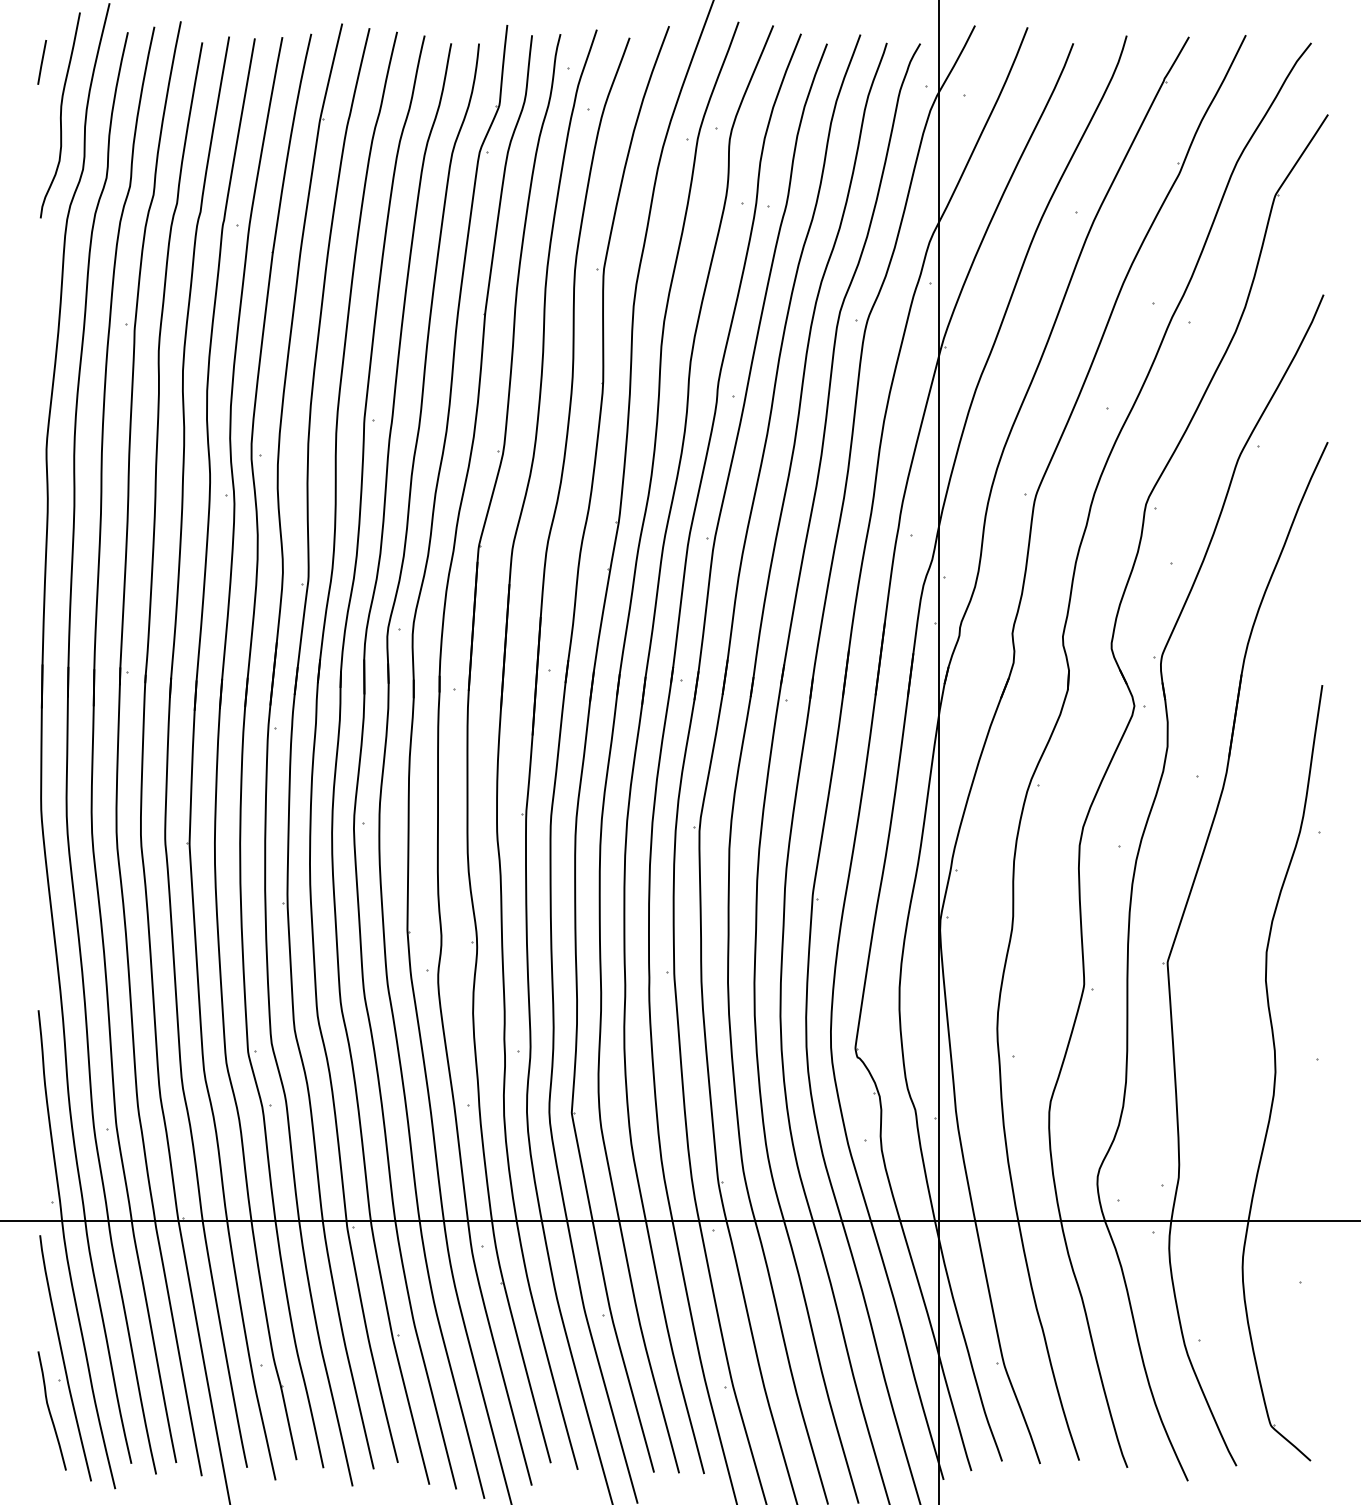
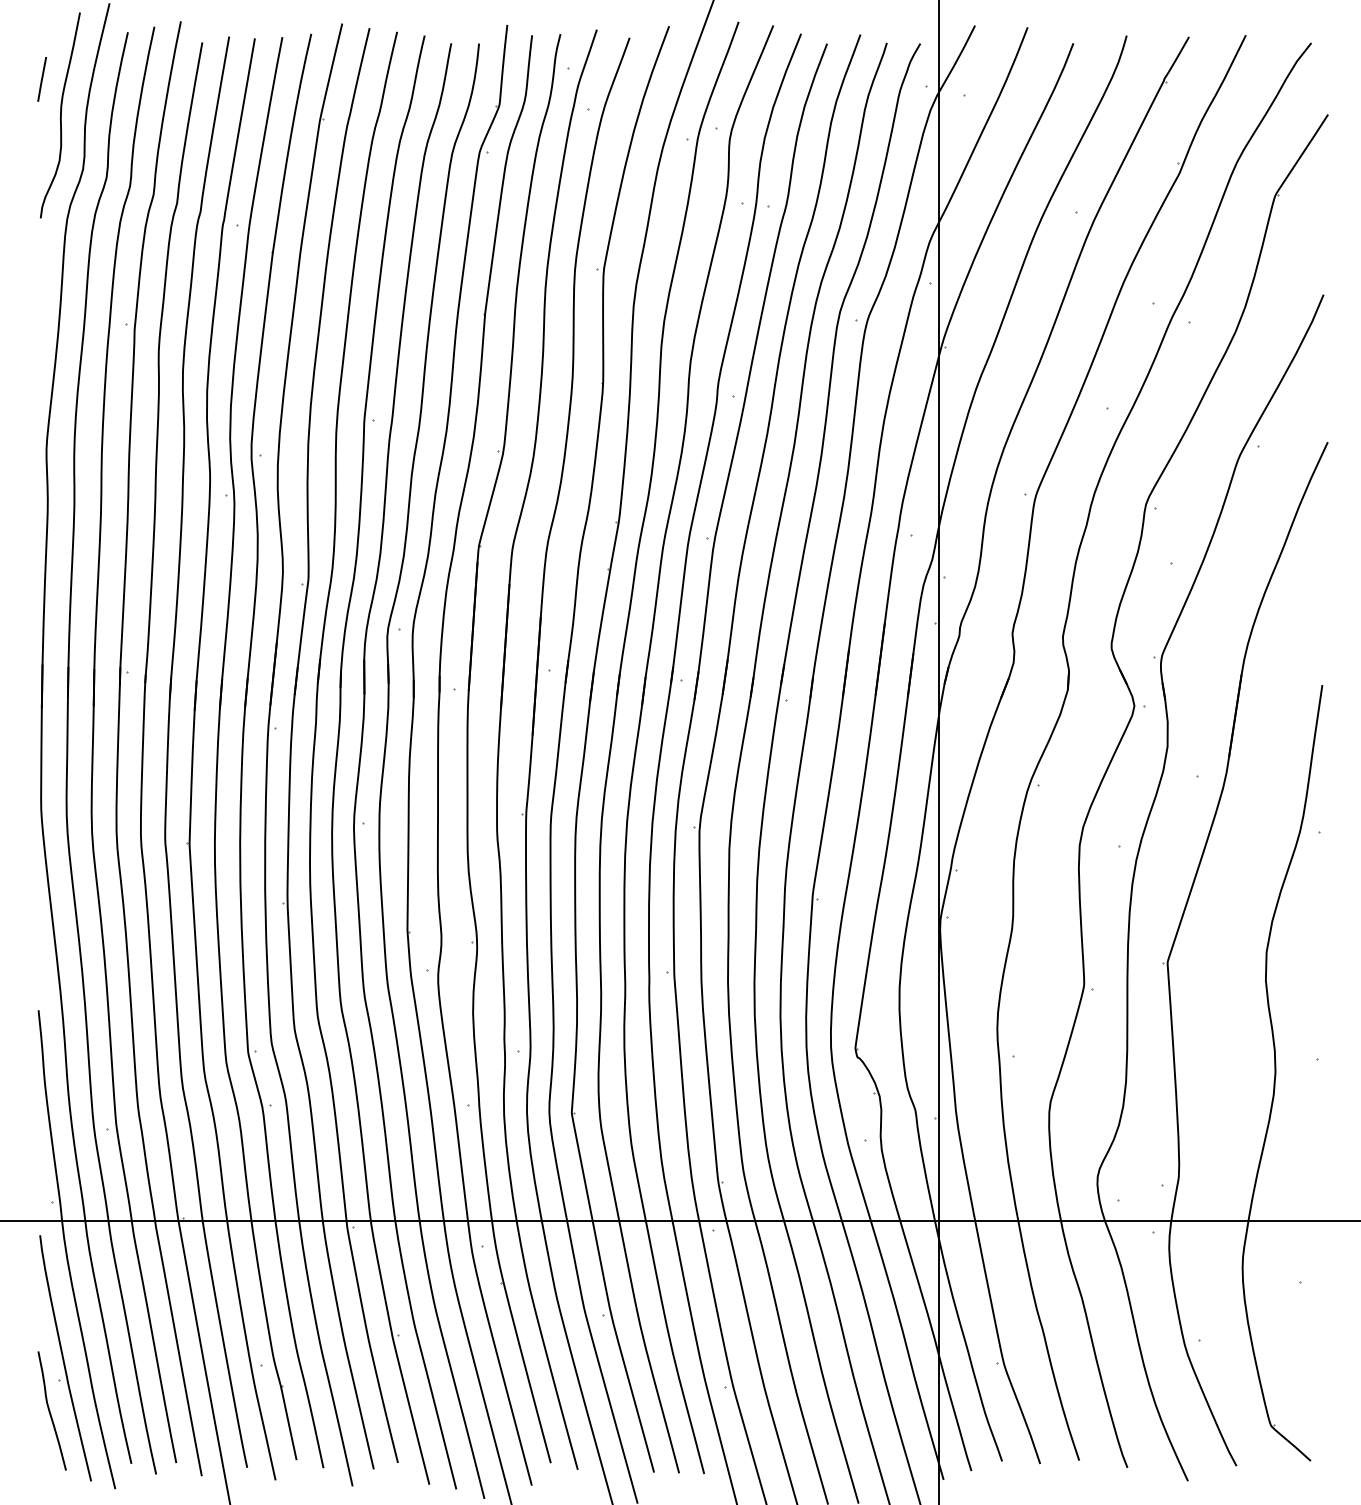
line at (42, 62) position: (42, 62) -> (42, 79)
